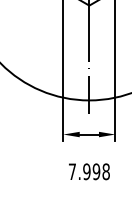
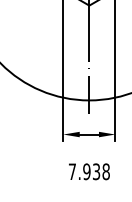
text at (96, 171): 7.998 -> 7.938
